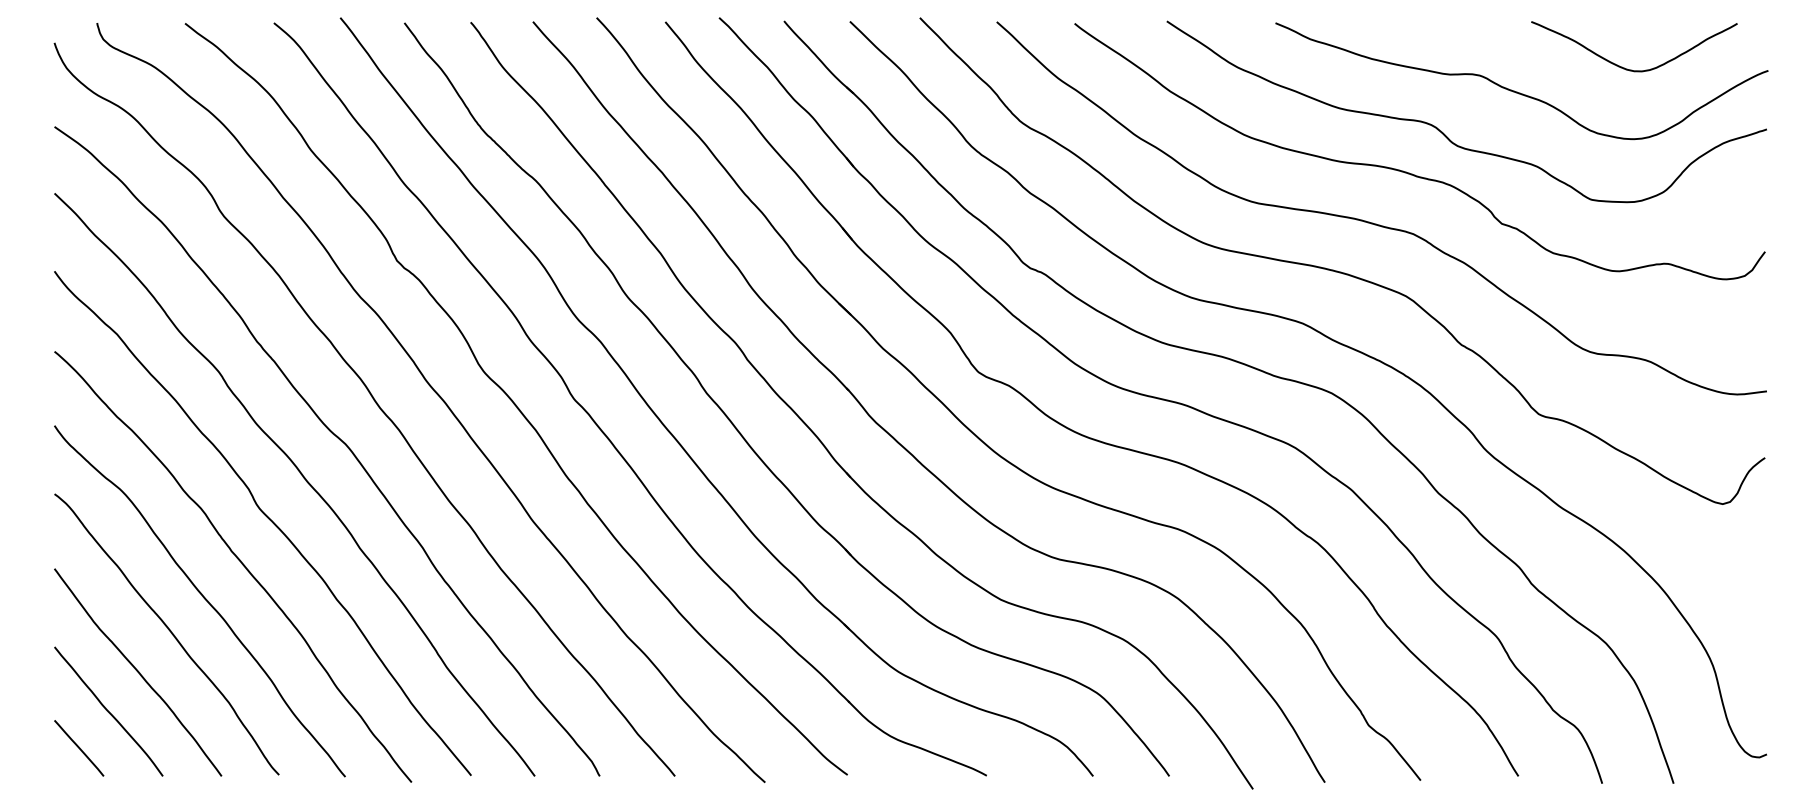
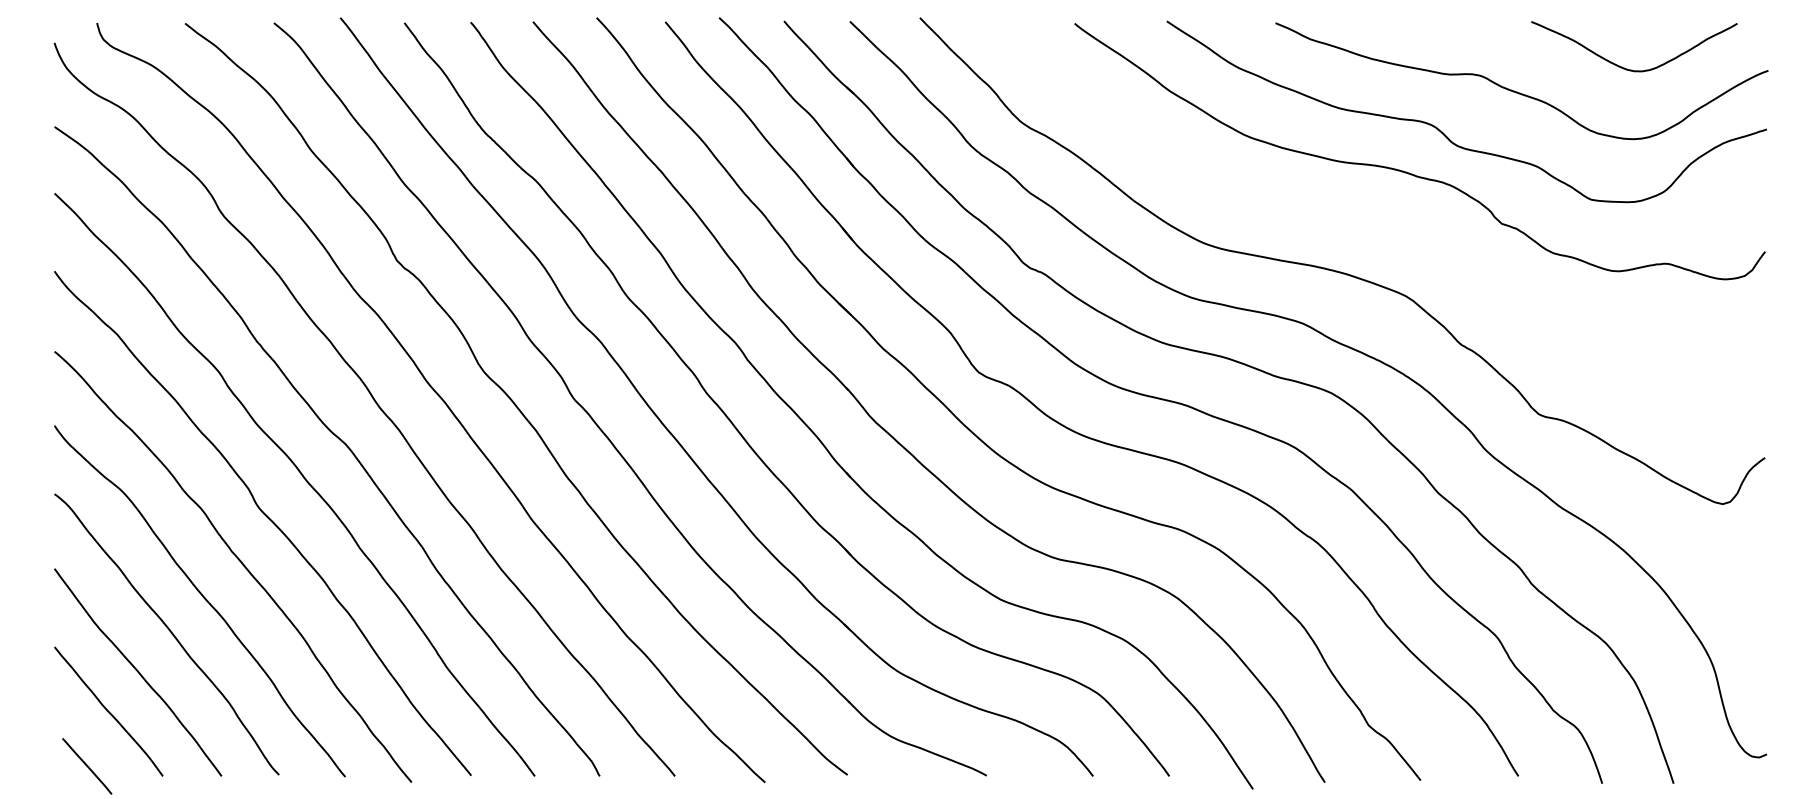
curve at (1376, 223): present -> none
line at (79, 748) position: (79, 748) -> (87, 766)
